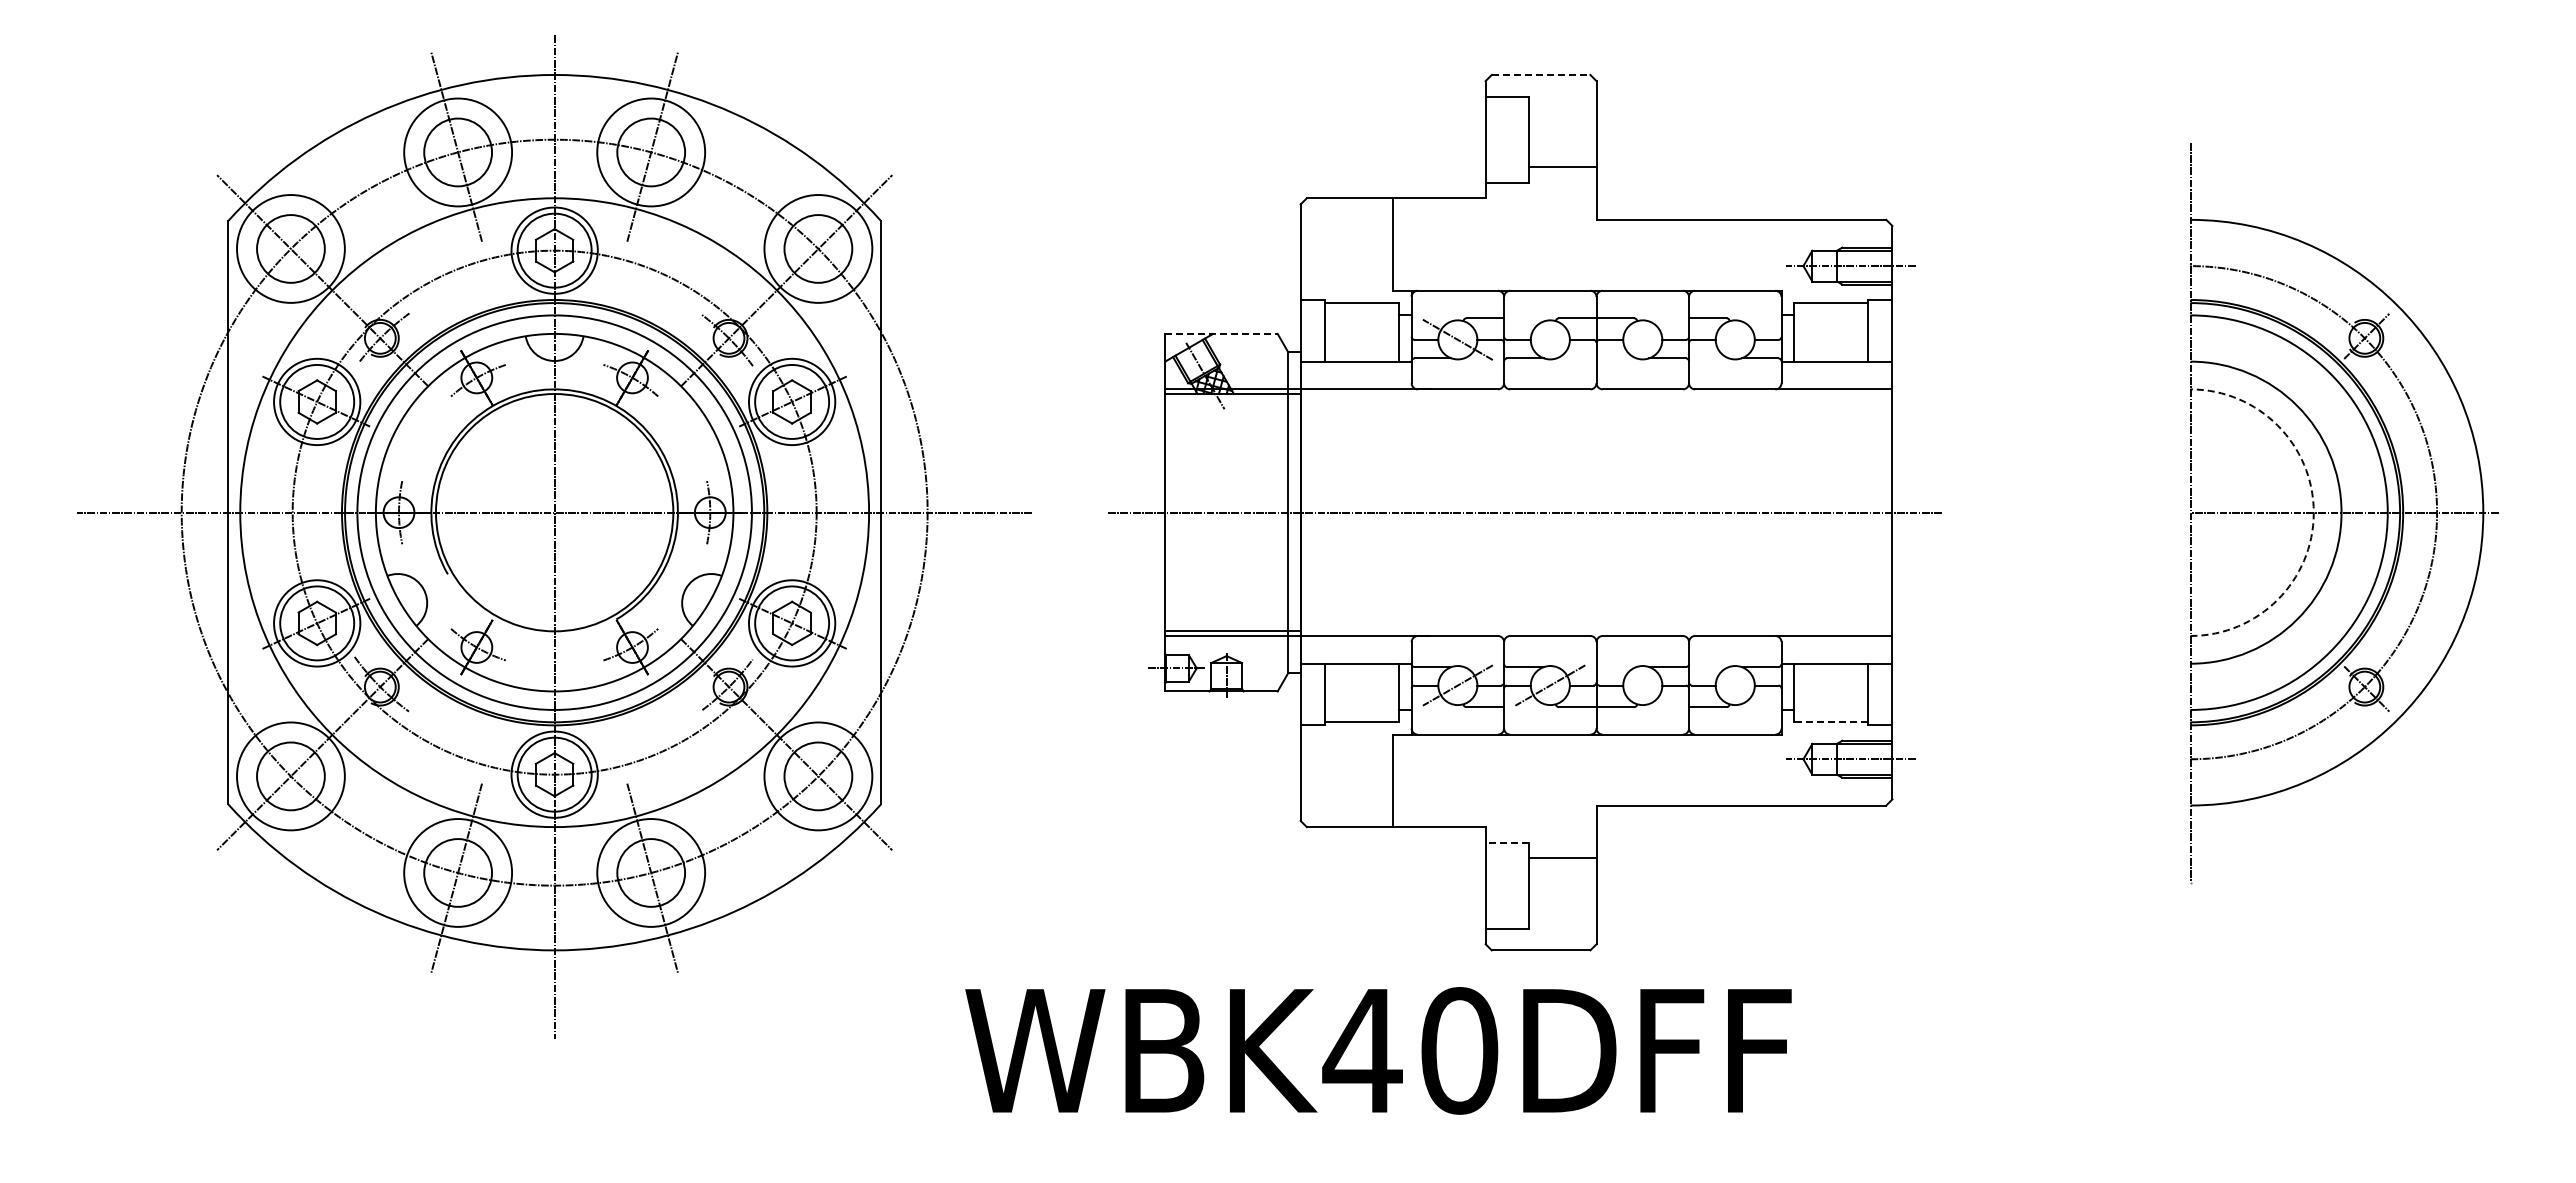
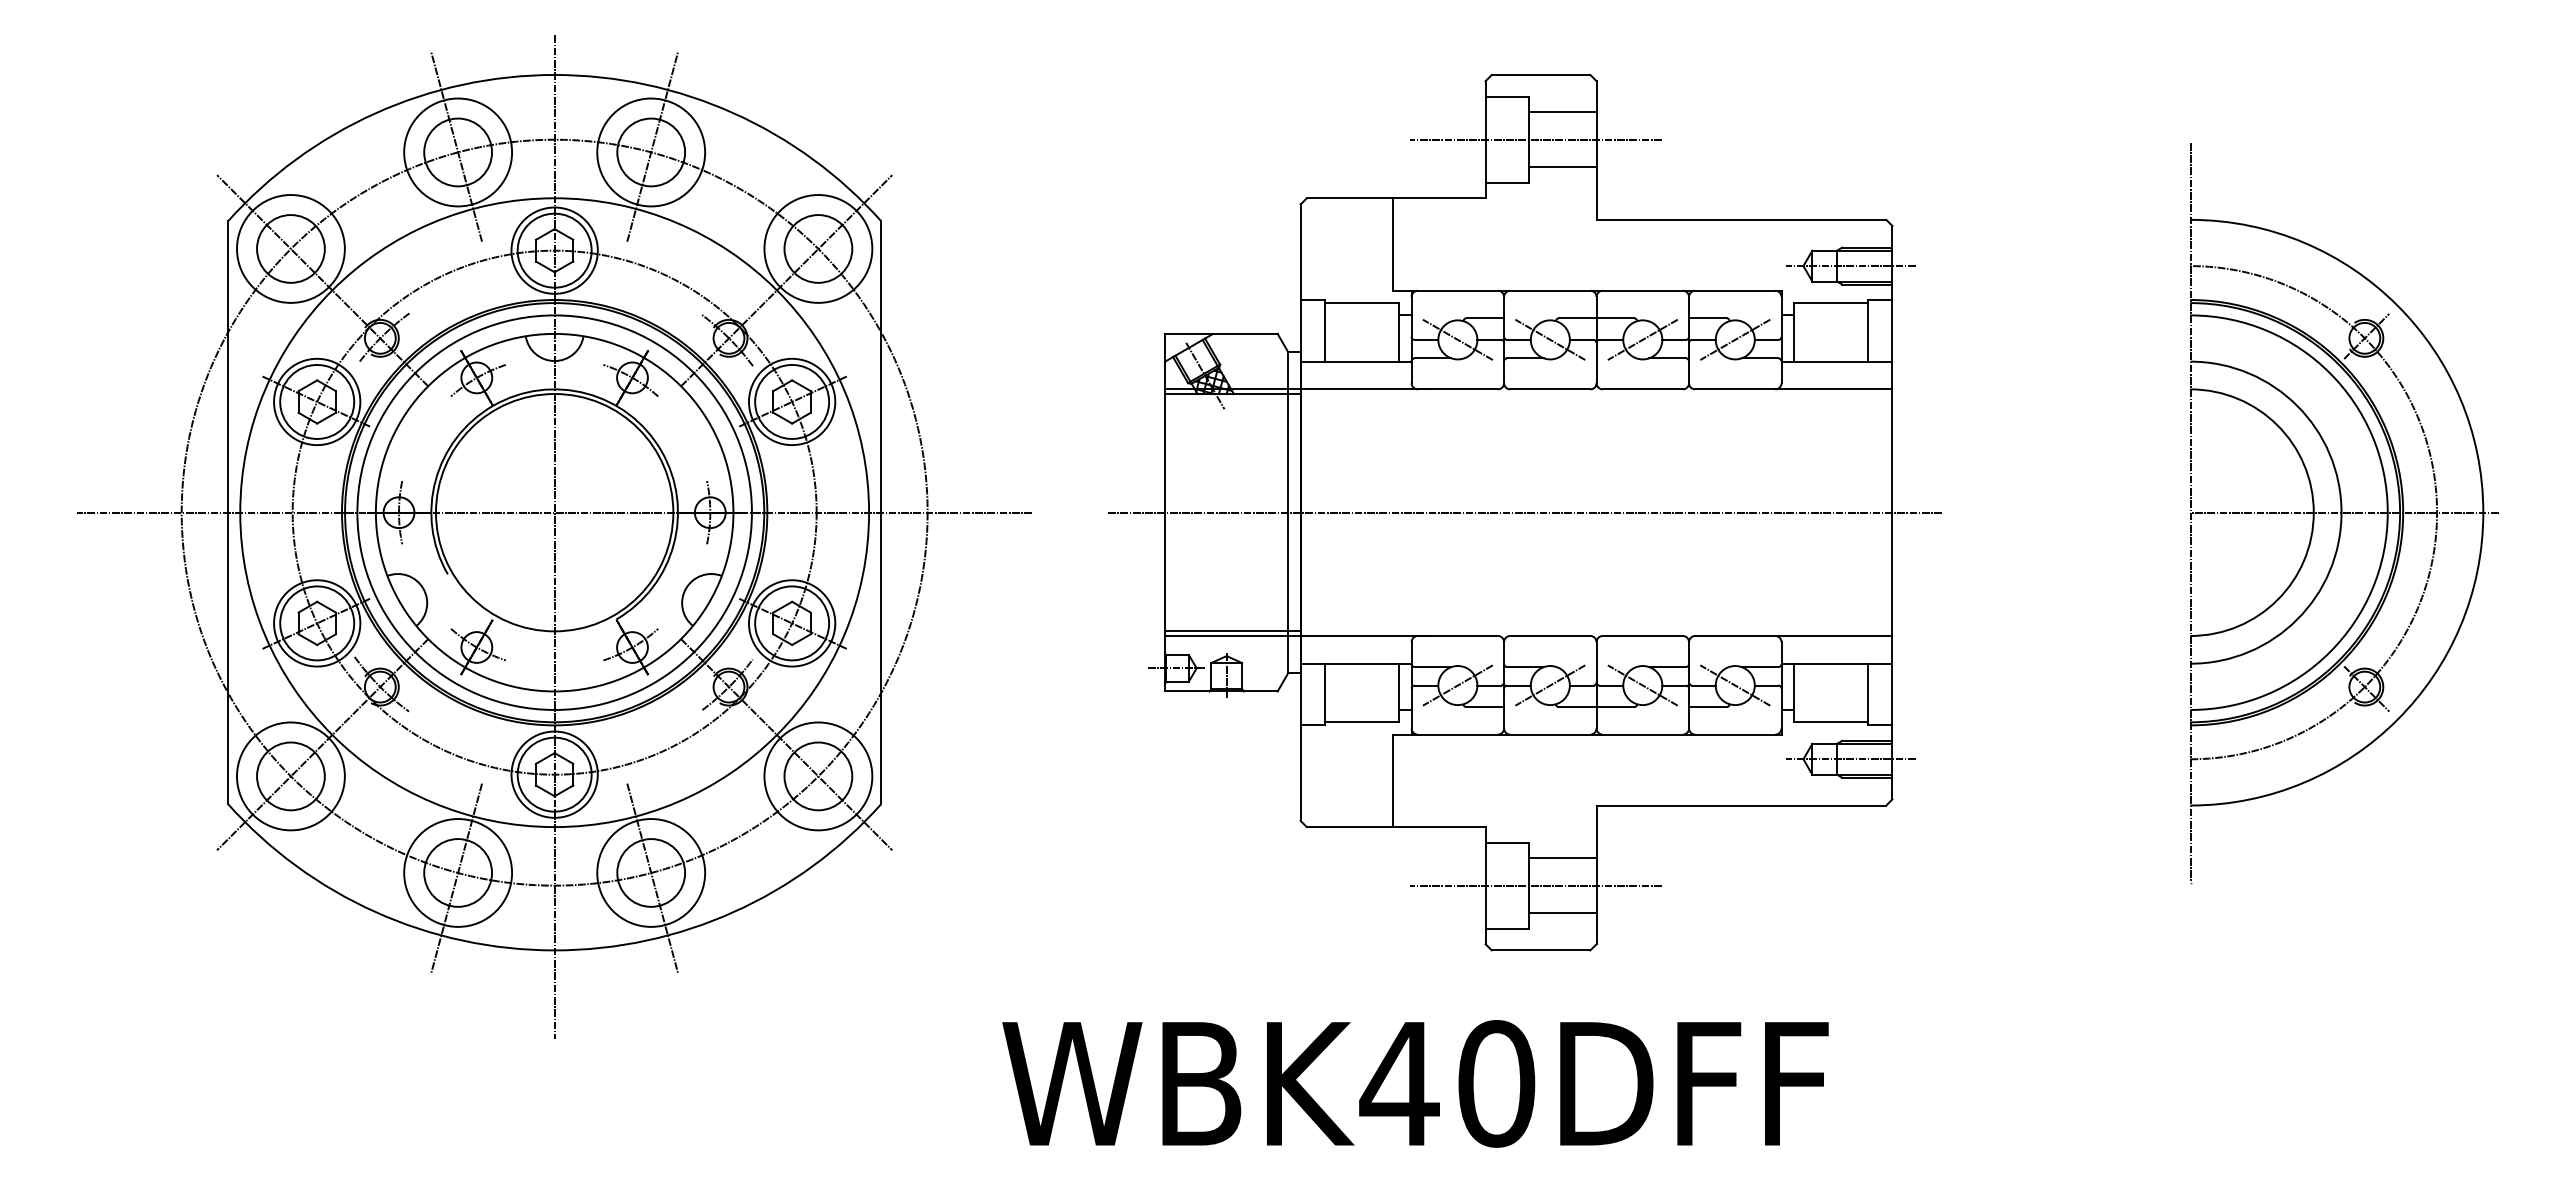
line at (1541, 75): dashed -> solid
line at (1562, 111): none -> present
line at (1535, 139): none -> present
line at (1221, 333): dashed -> solid
line at (1550, 339): none -> present
line at (1642, 339): none -> present
line at (1735, 339): none -> present
arc at (2313, 512): dashed -> solid
line at (1642, 685): none -> present
line at (1735, 685): none -> present
line at (1830, 722): dashed -> solid
line at (1507, 842): dashed -> solid
line at (1535, 885): none -> present
line at (1562, 913): none -> present
text at (1378, 1050) position: (1378, 1050) -> (1415, 1083)
